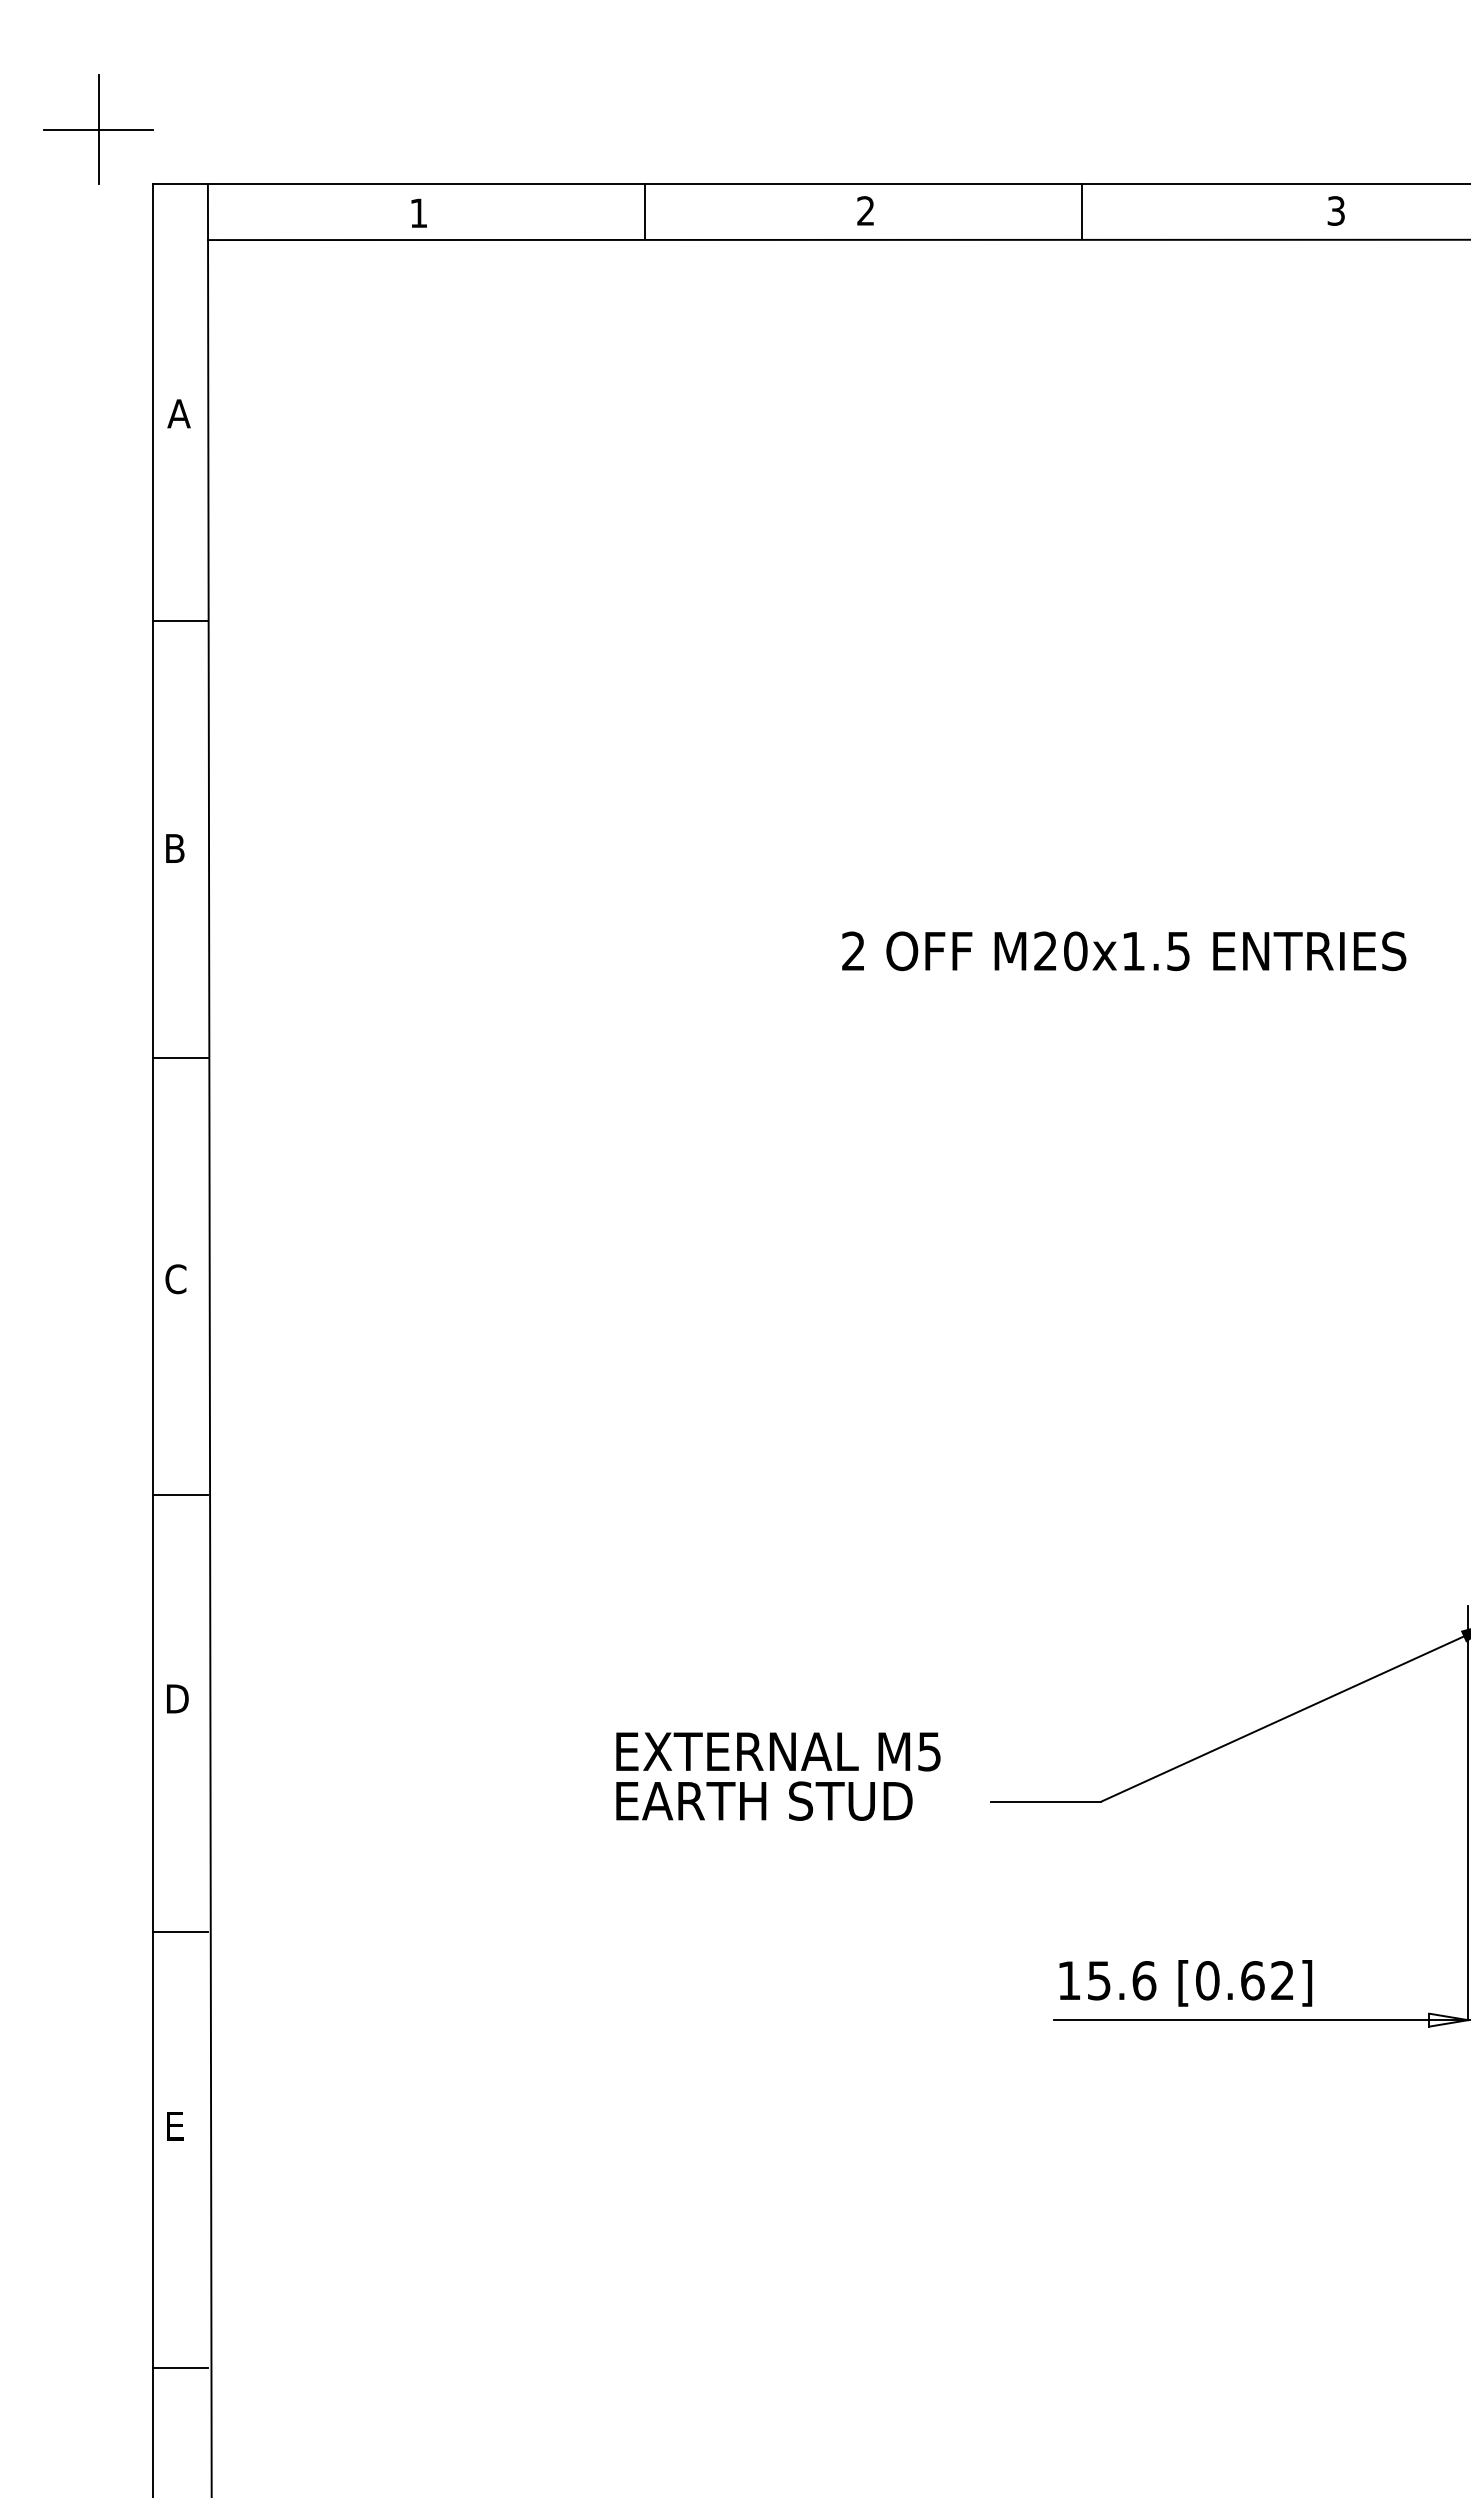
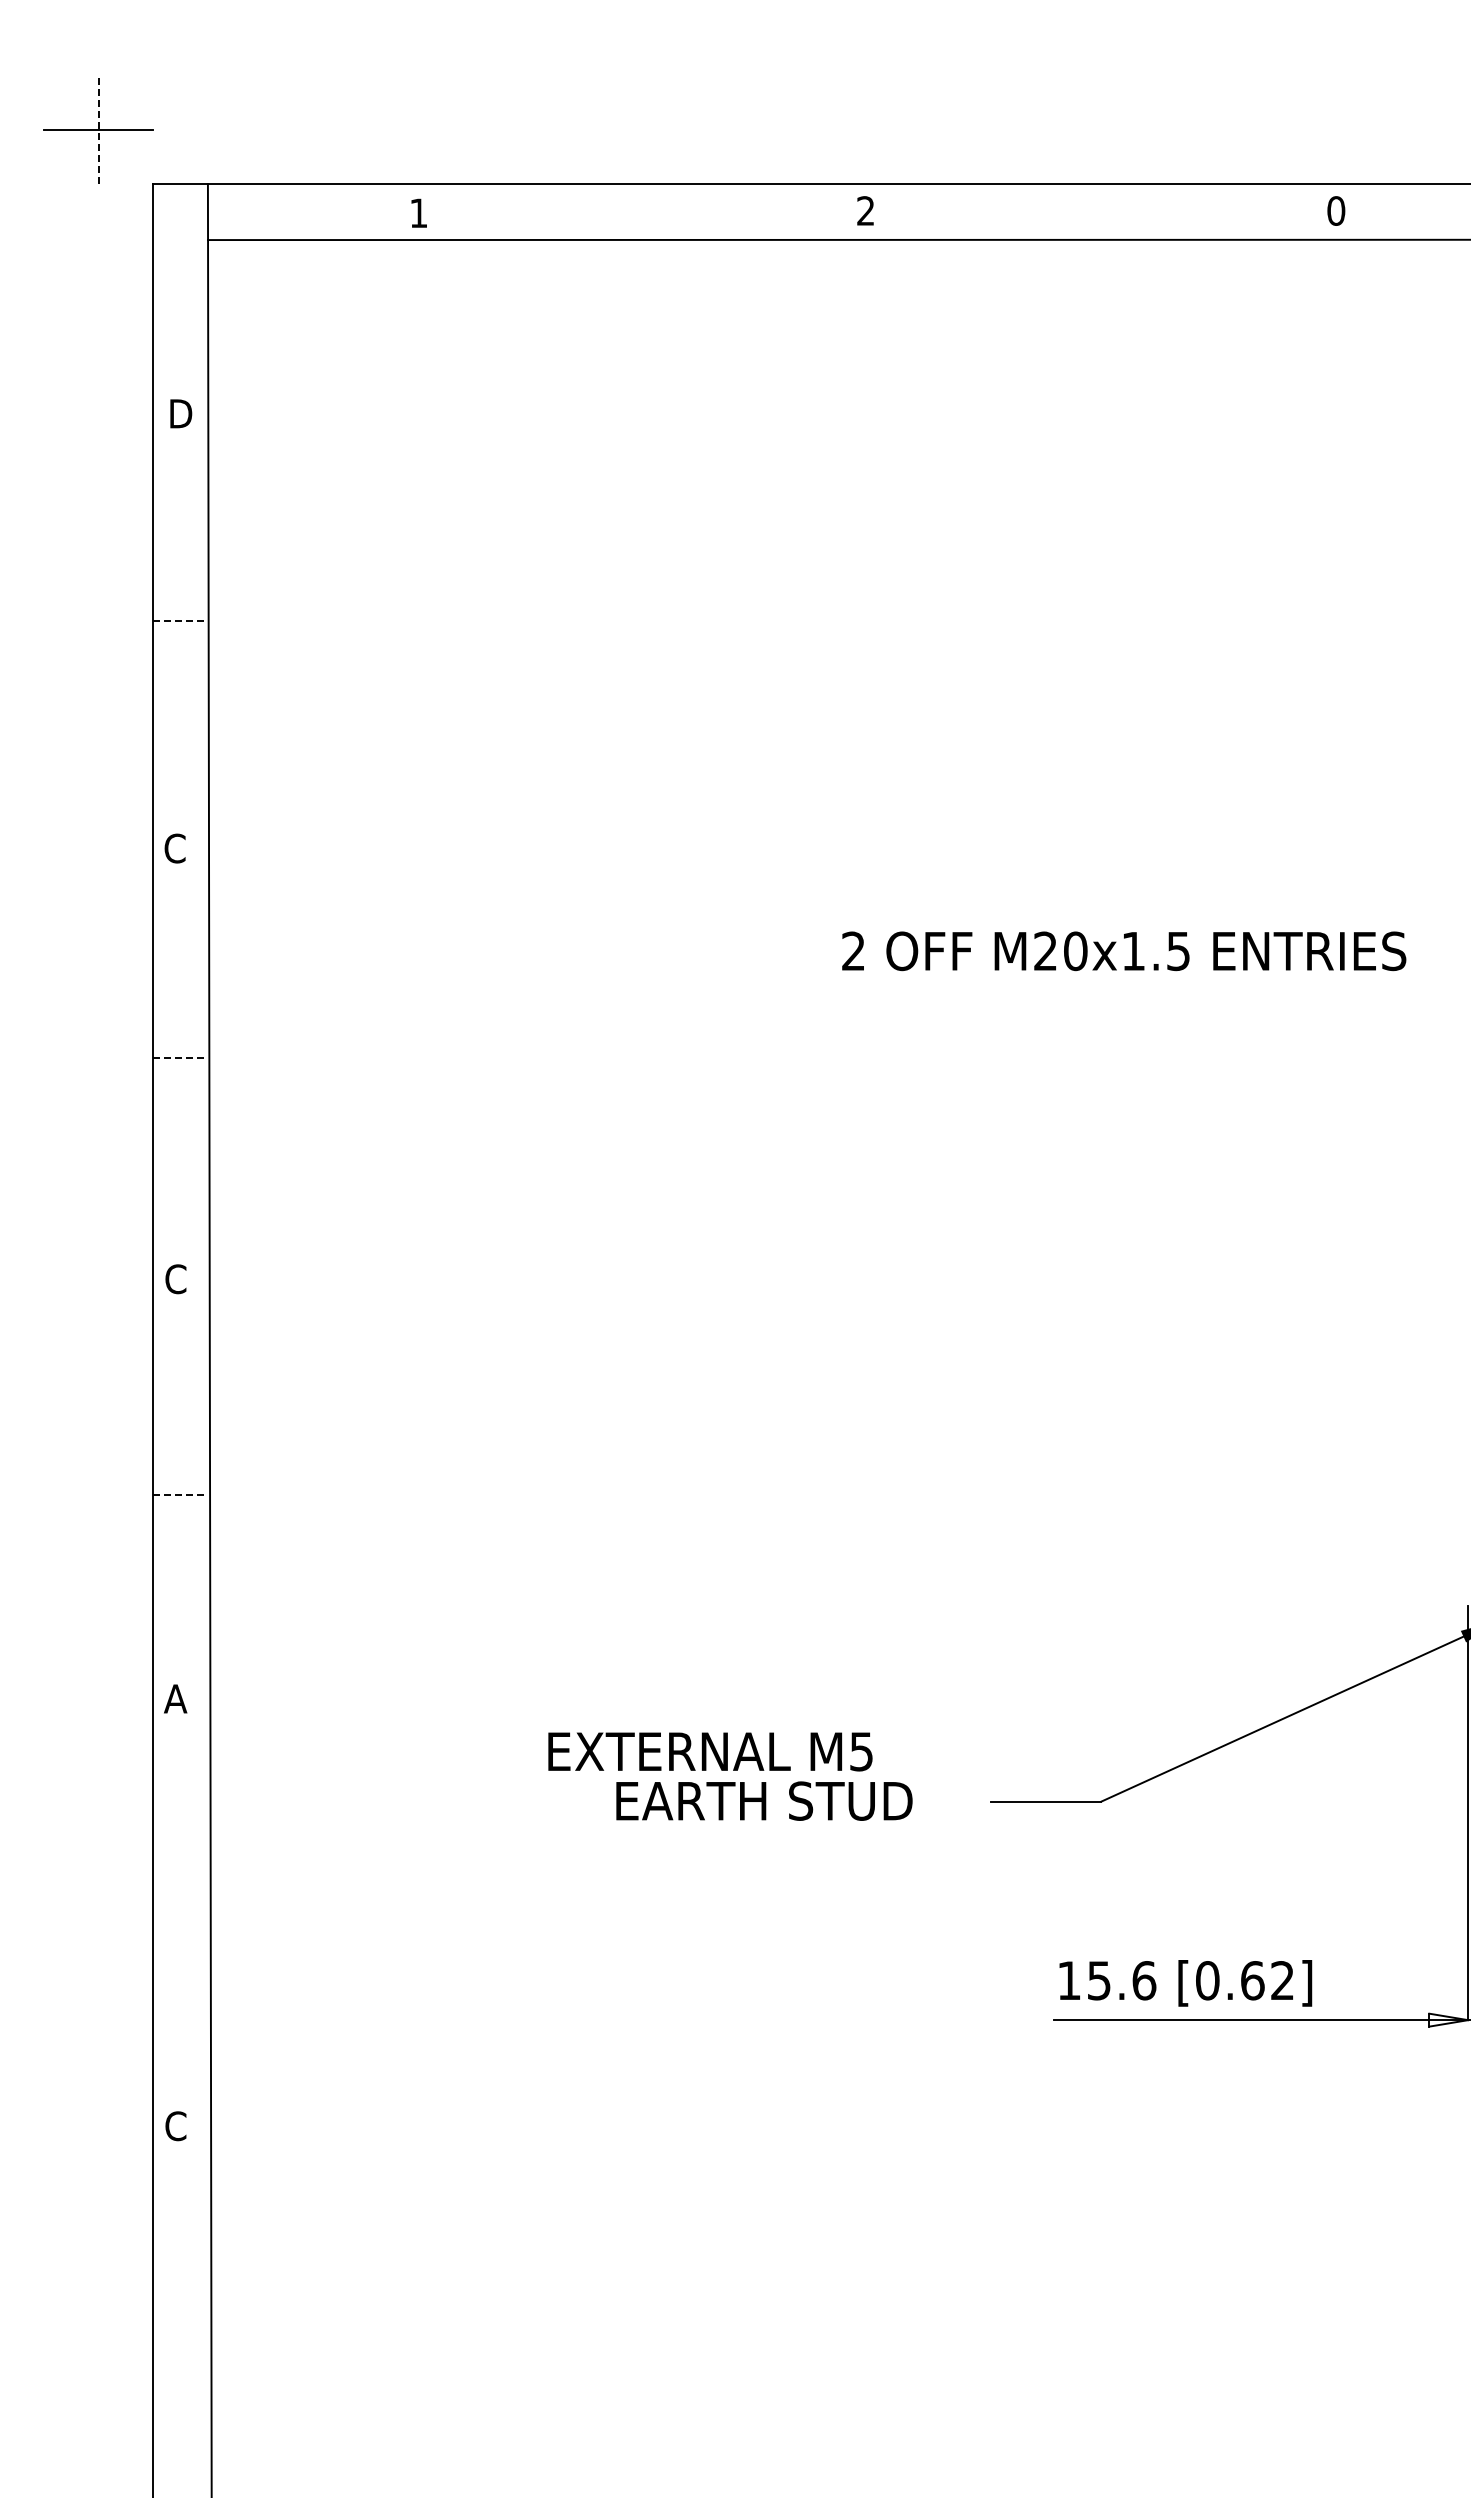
line at (98, 129): solid -> dashed
text at (1336, 210): 3 -> 0
line at (644, 211): present -> none
line at (1081, 211): present -> none
text at (179, 413): A -> D
line at (181, 621): solid -> dashed
text at (174, 848): B -> C
line at (181, 1057): solid -> dashed
line at (181, 1494): solid -> dashed
text at (176, 1698): D -> A
text at (778, 1751) position: (778, 1751) -> (710, 1751)
line at (180, 1931): present -> none
text at (175, 2126): E -> C
line at (180, 2368): present -> none
